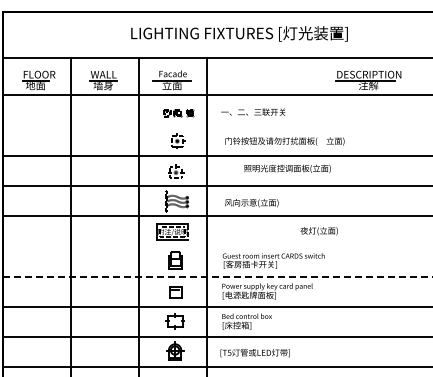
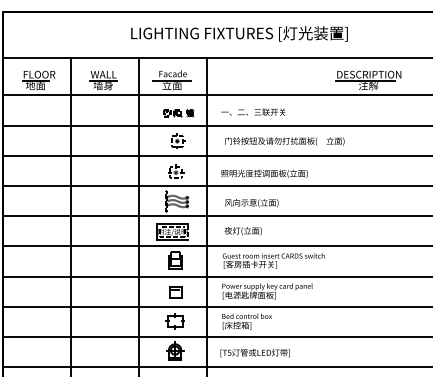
line at (216, 125): none -> present
text at (287, 168) position: (287, 168) -> (264, 173)
text at (318, 231) position: (318, 231) -> (242, 231)
line at (216, 246): none -> present
line at (218, 276): dashed -> solid
